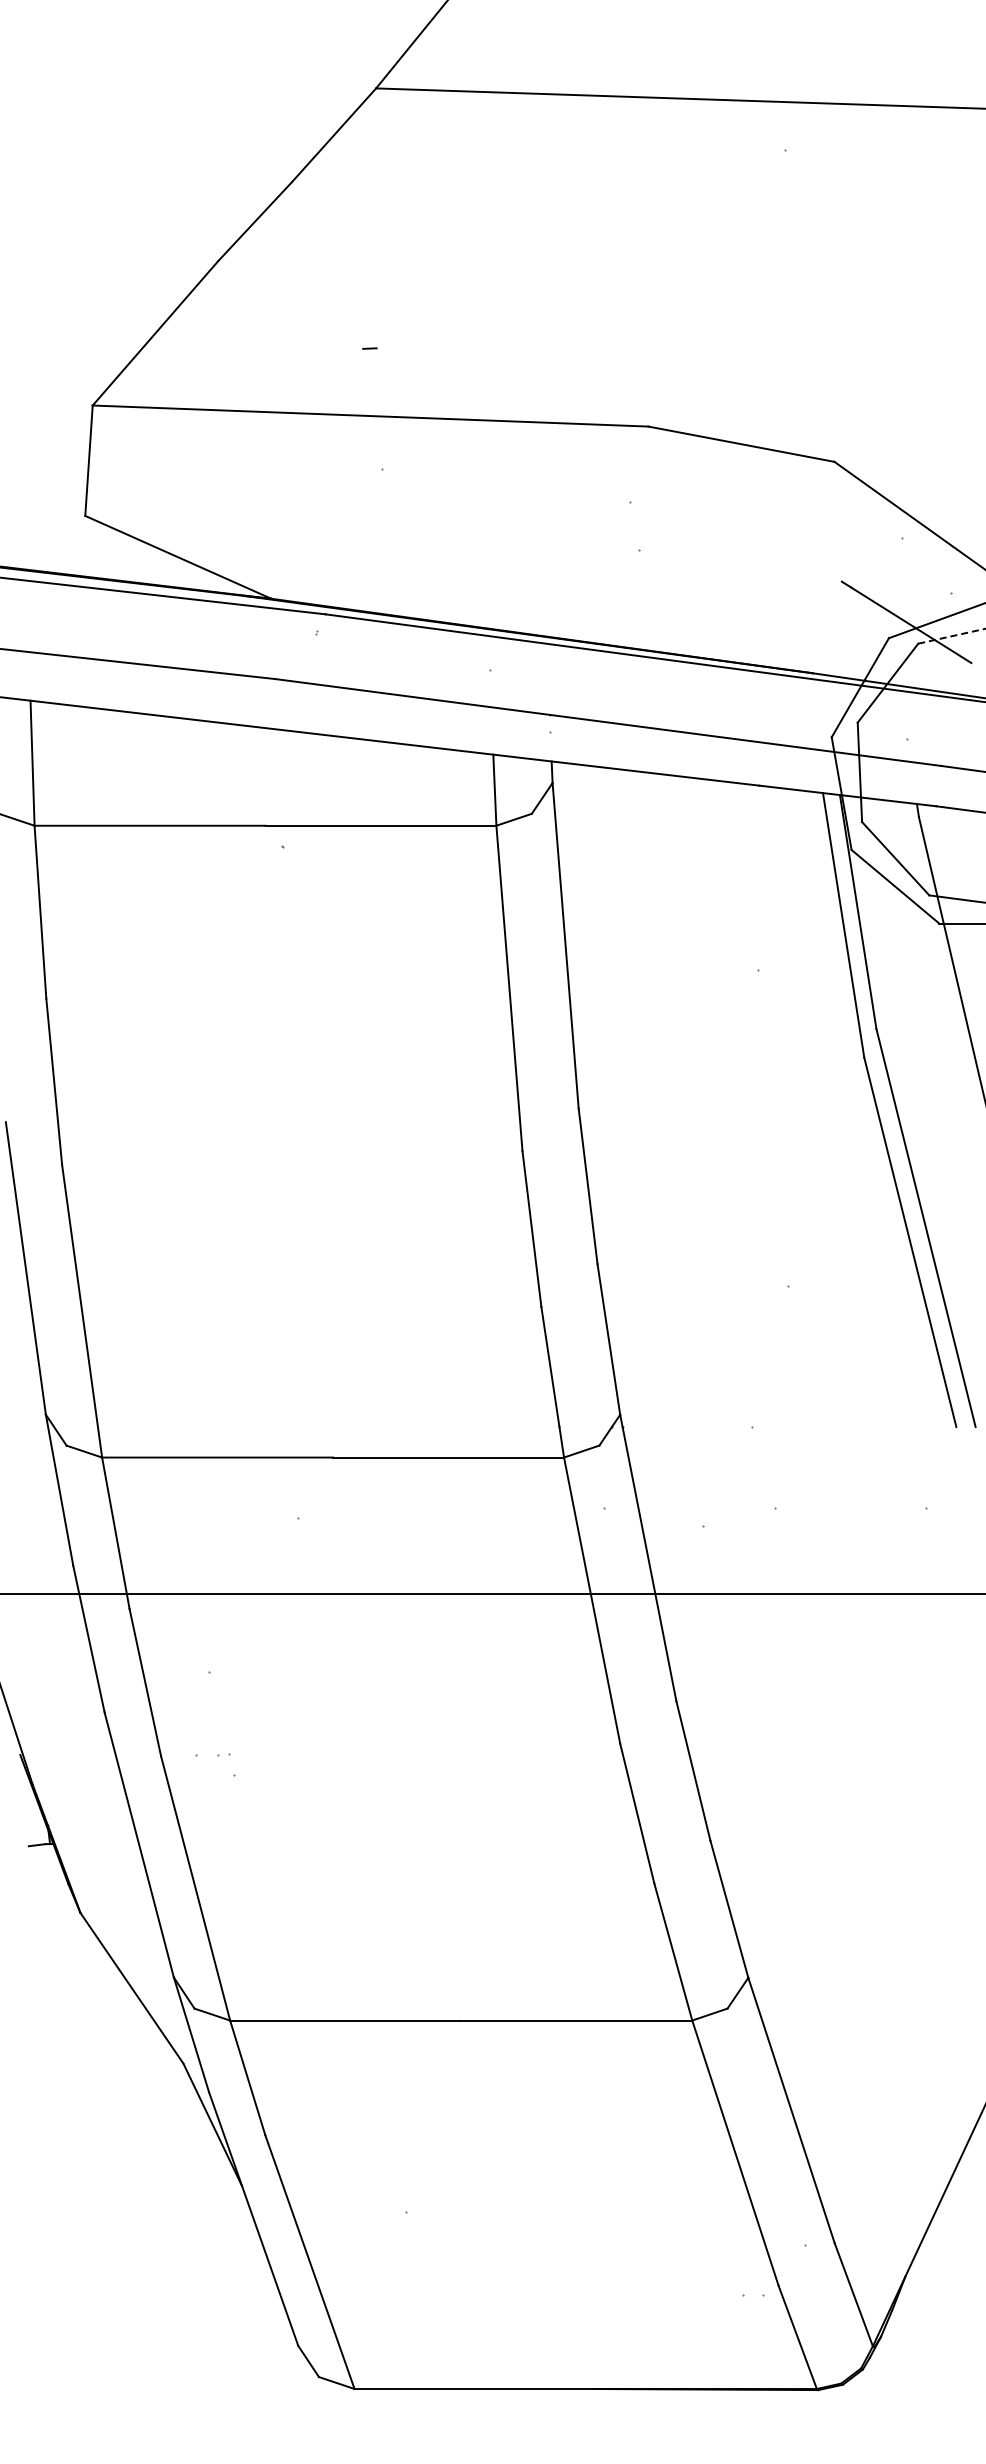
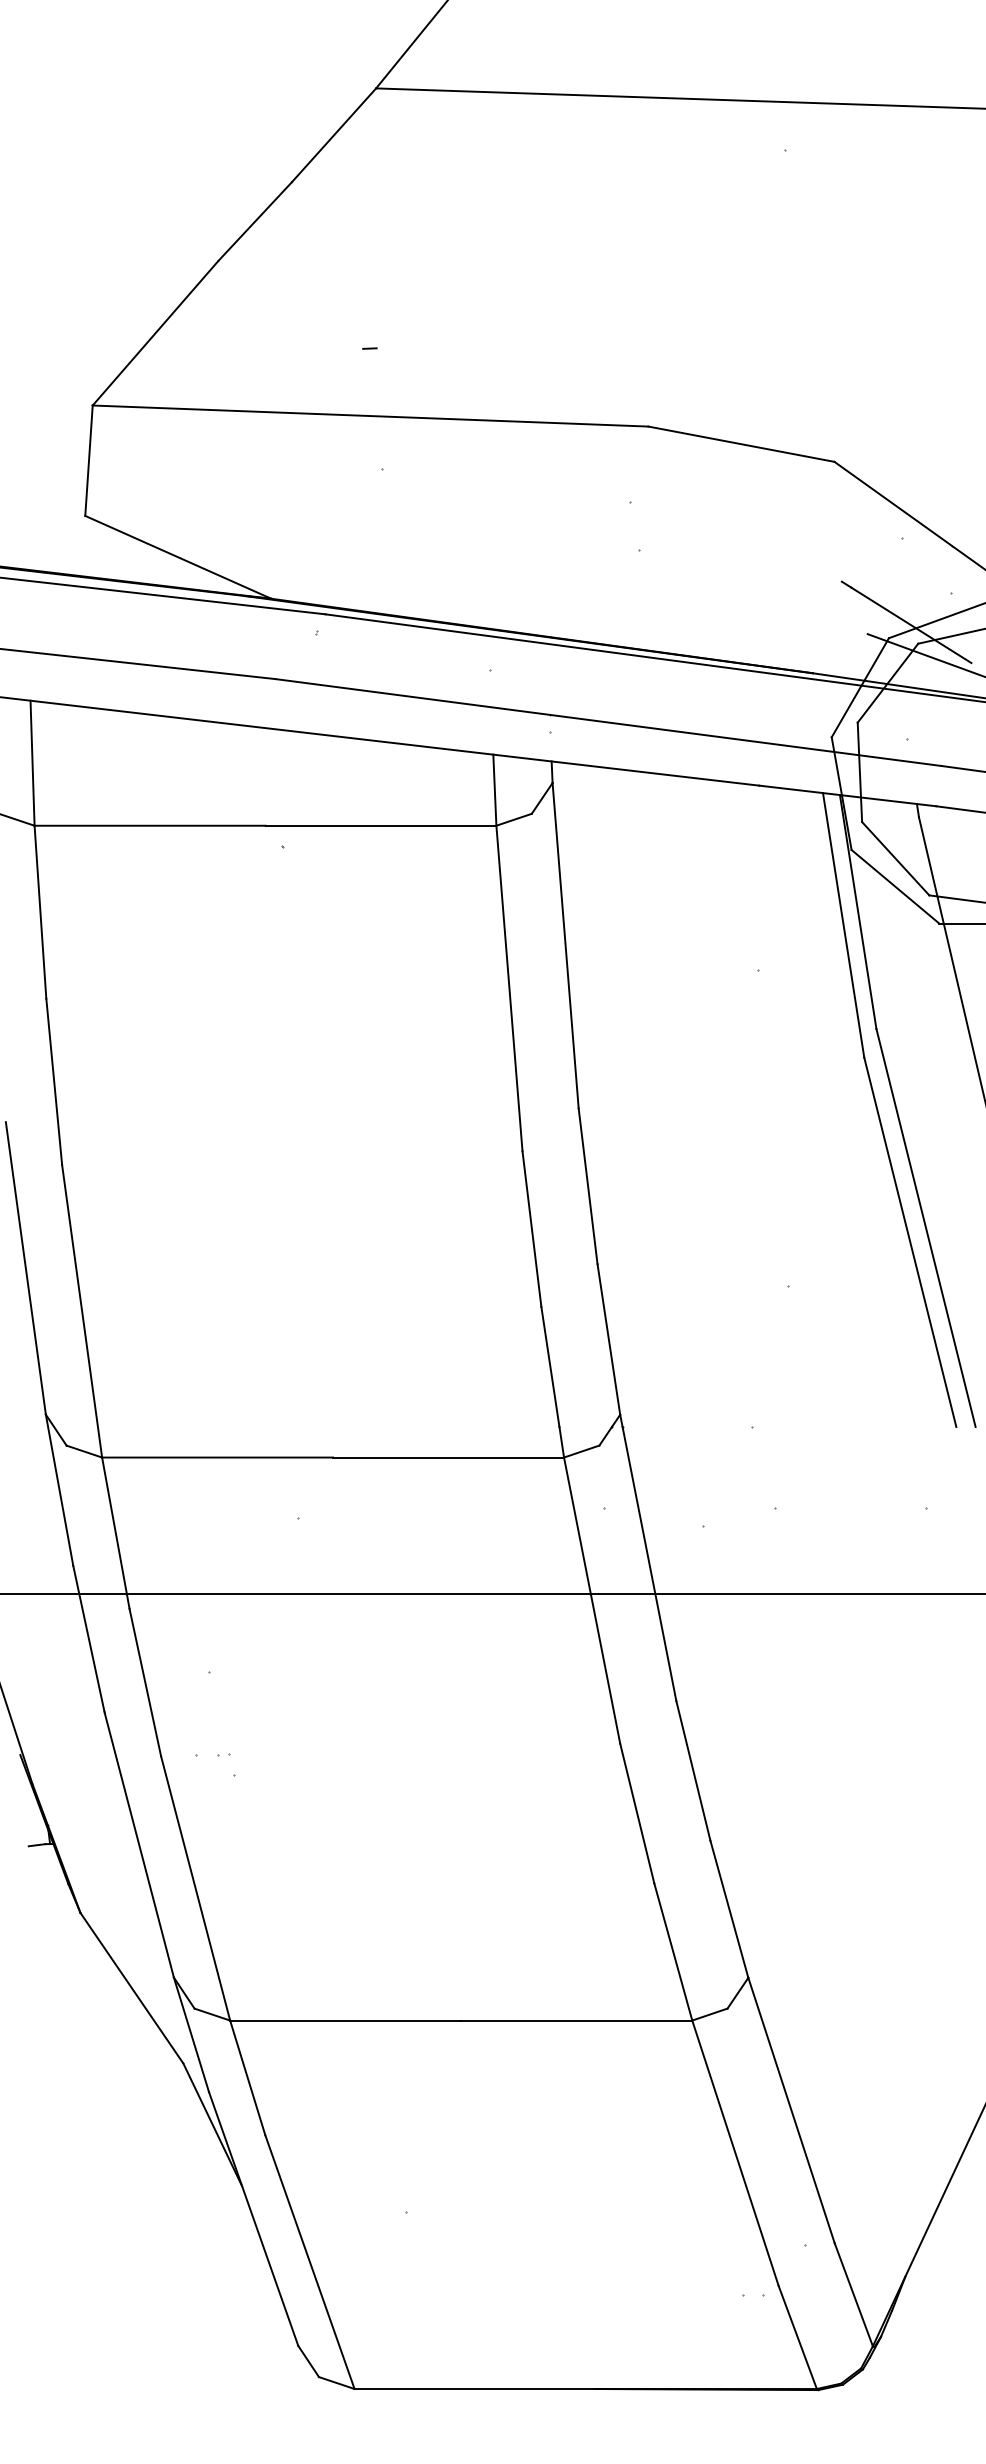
line at (952, 636): dashed -> solid
line at (924, 655): none -> present
